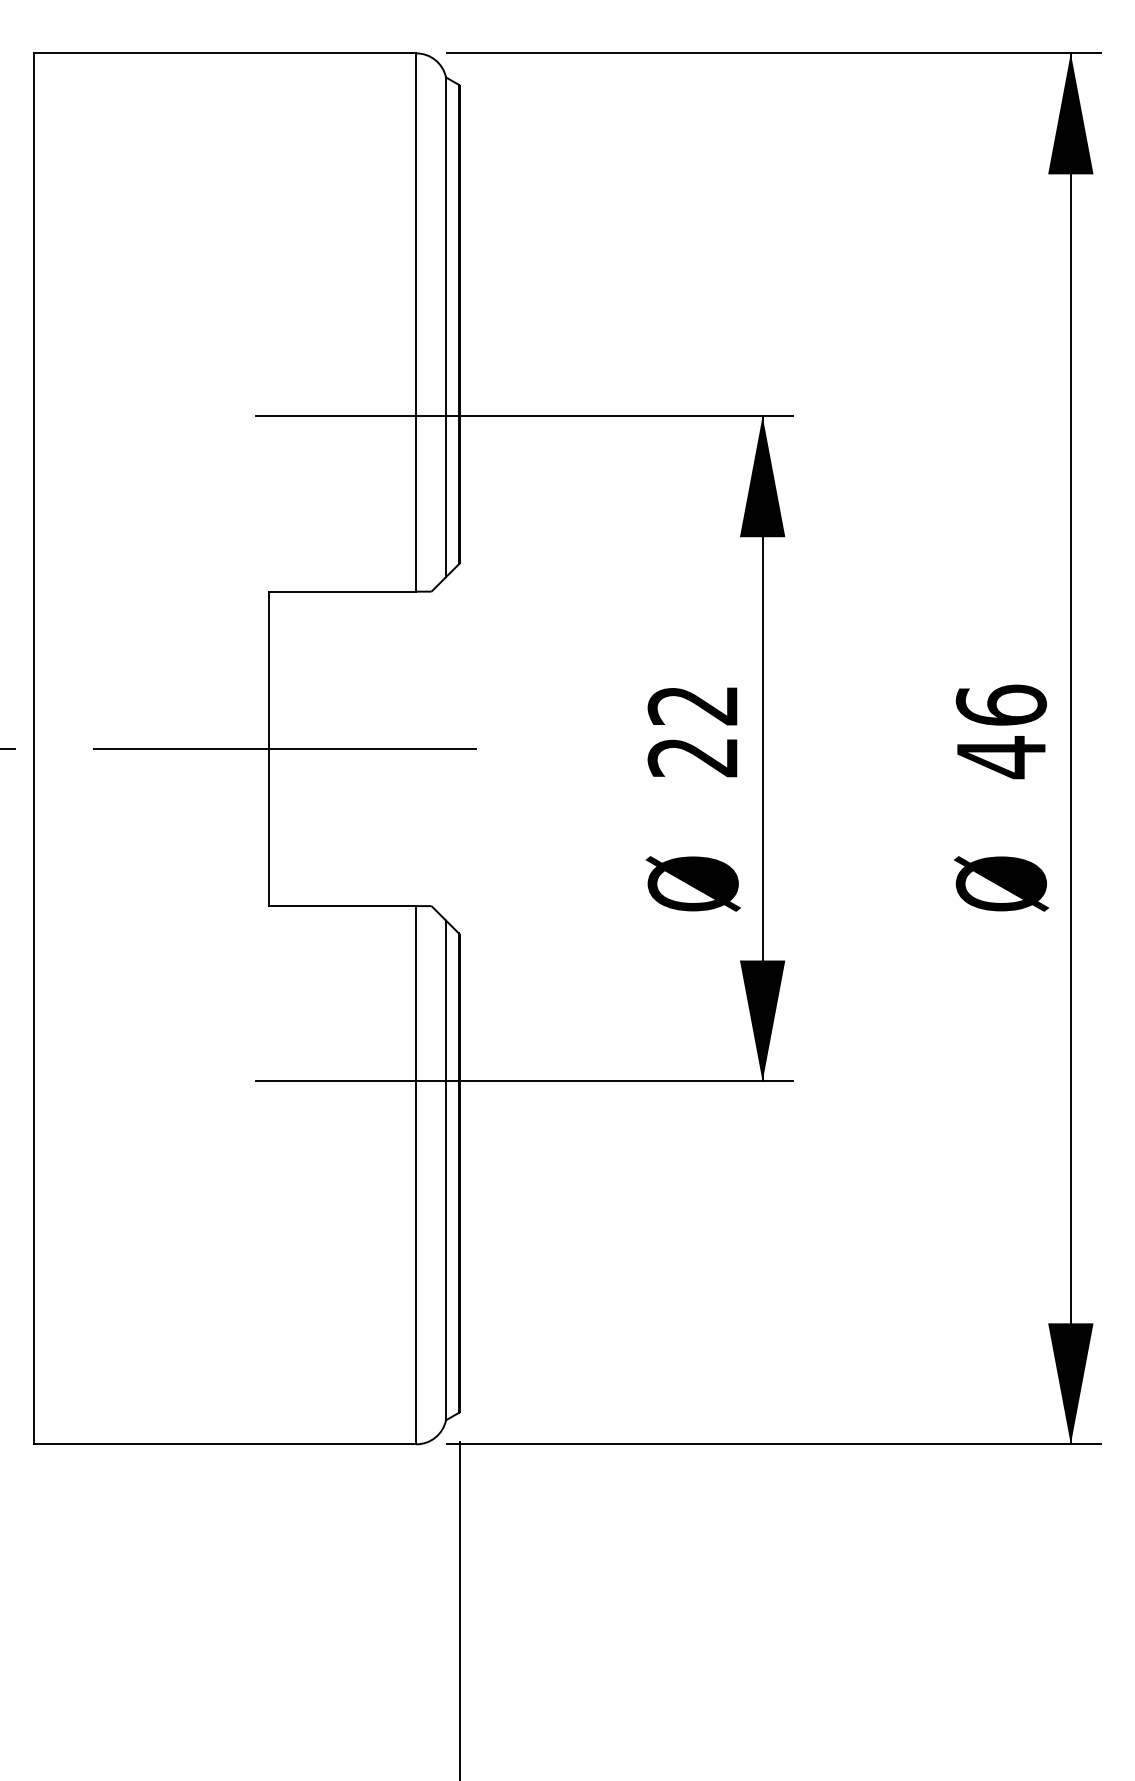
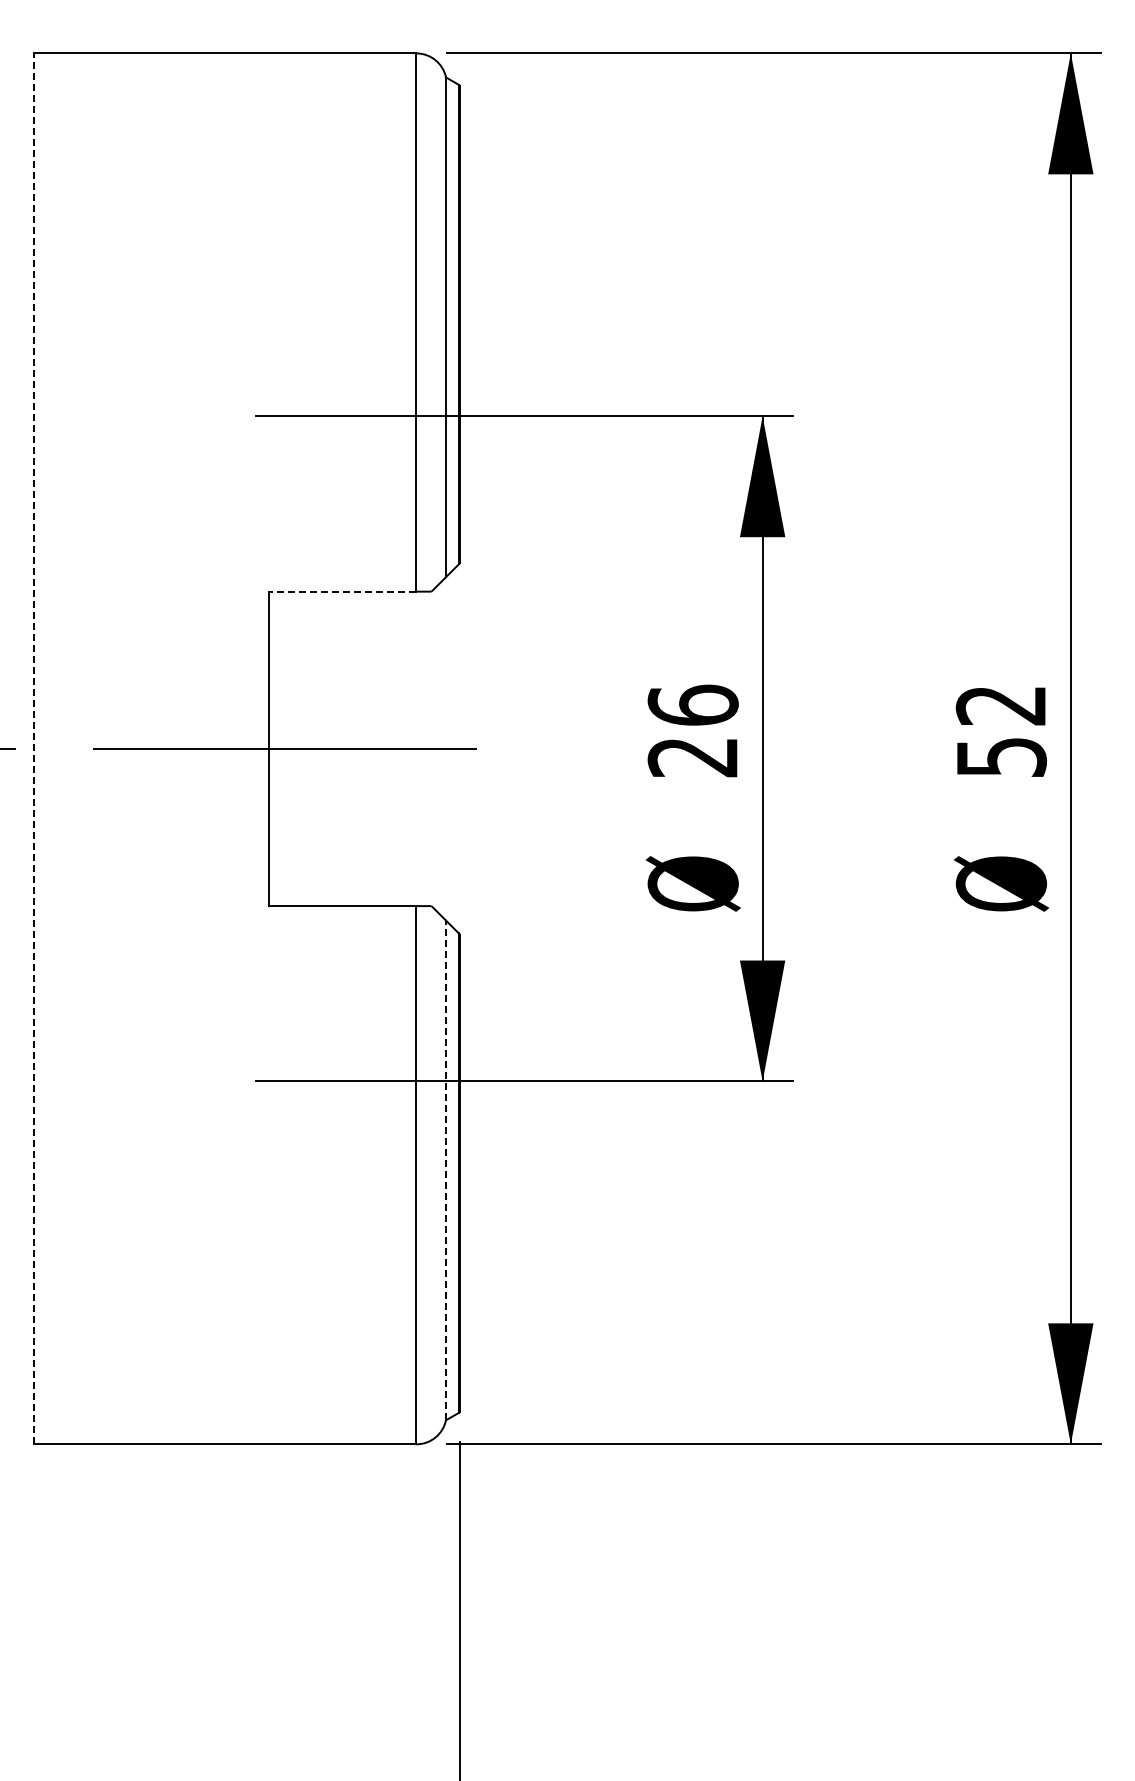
line at (342, 591): solid -> dashed
text at (692, 704): 22 -> 26
text at (1000, 731): 46 -> 52
line at (33, 748): solid -> dashed
line at (446, 1170): solid -> dashed
